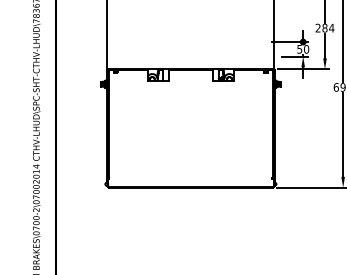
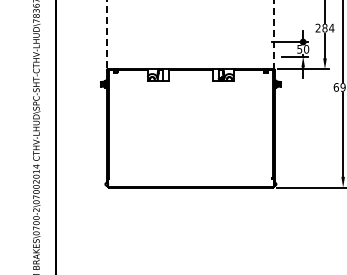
line at (107, 34): solid -> dashed
line at (274, 34): solid -> dashed
